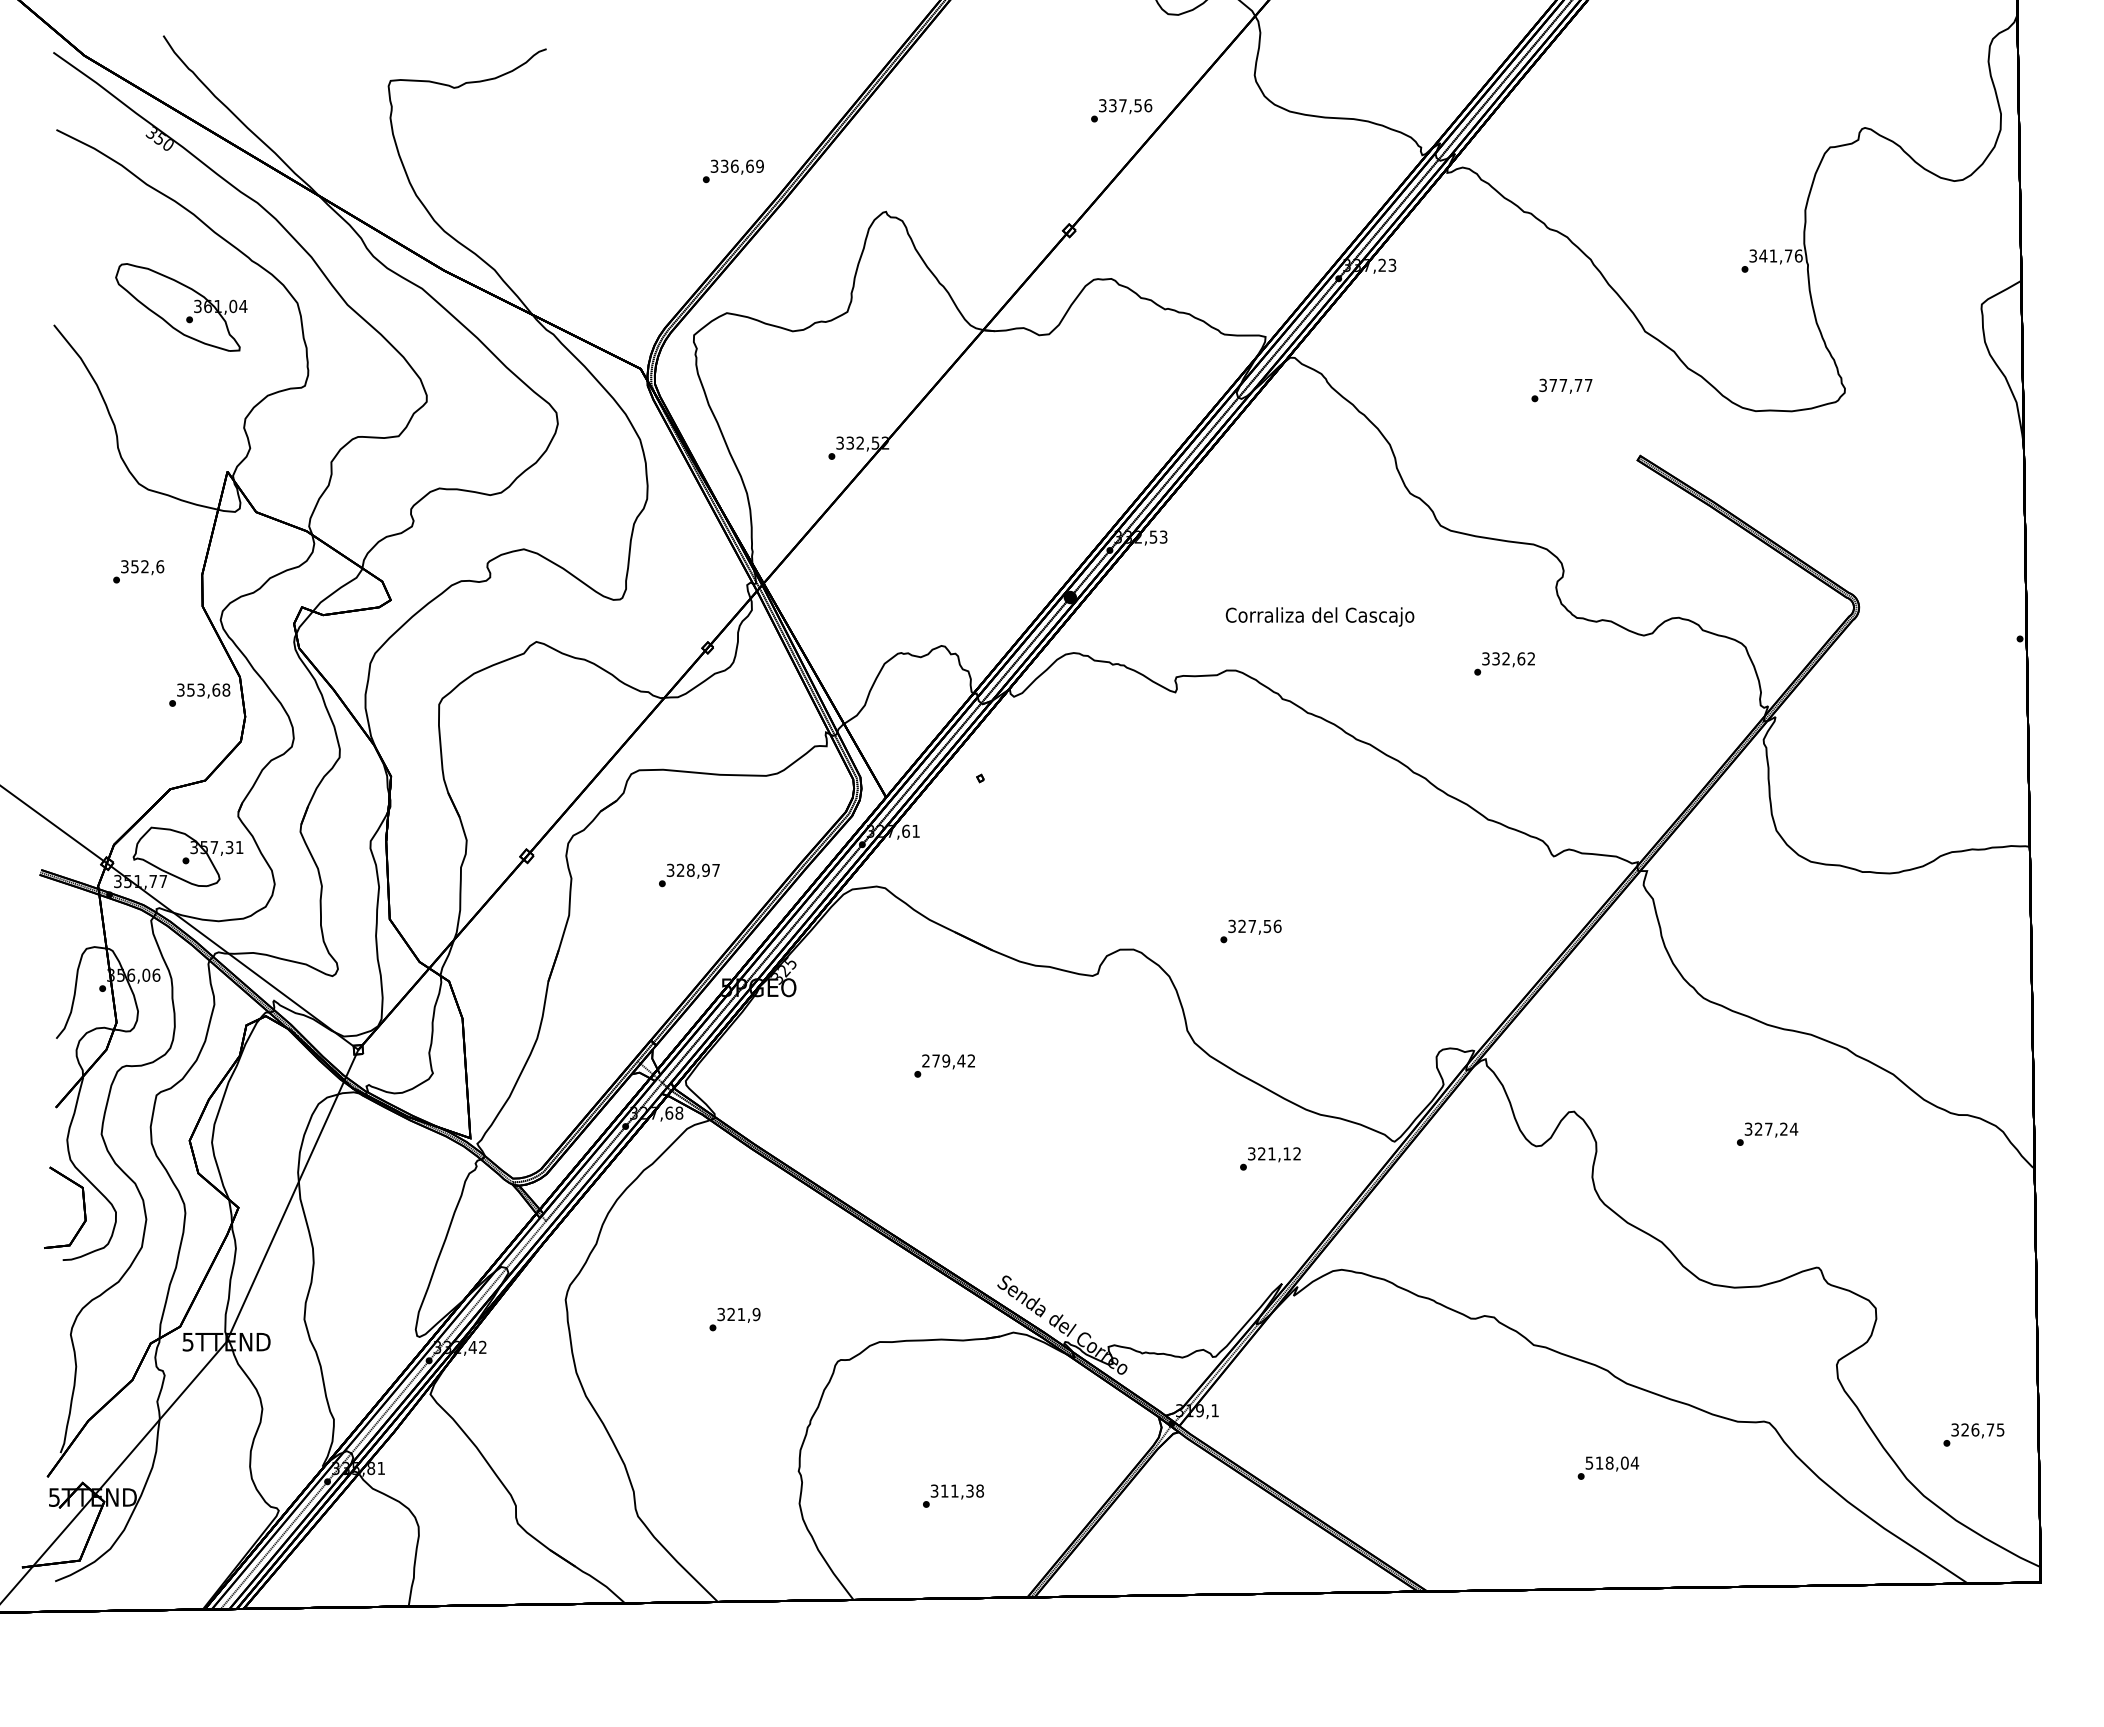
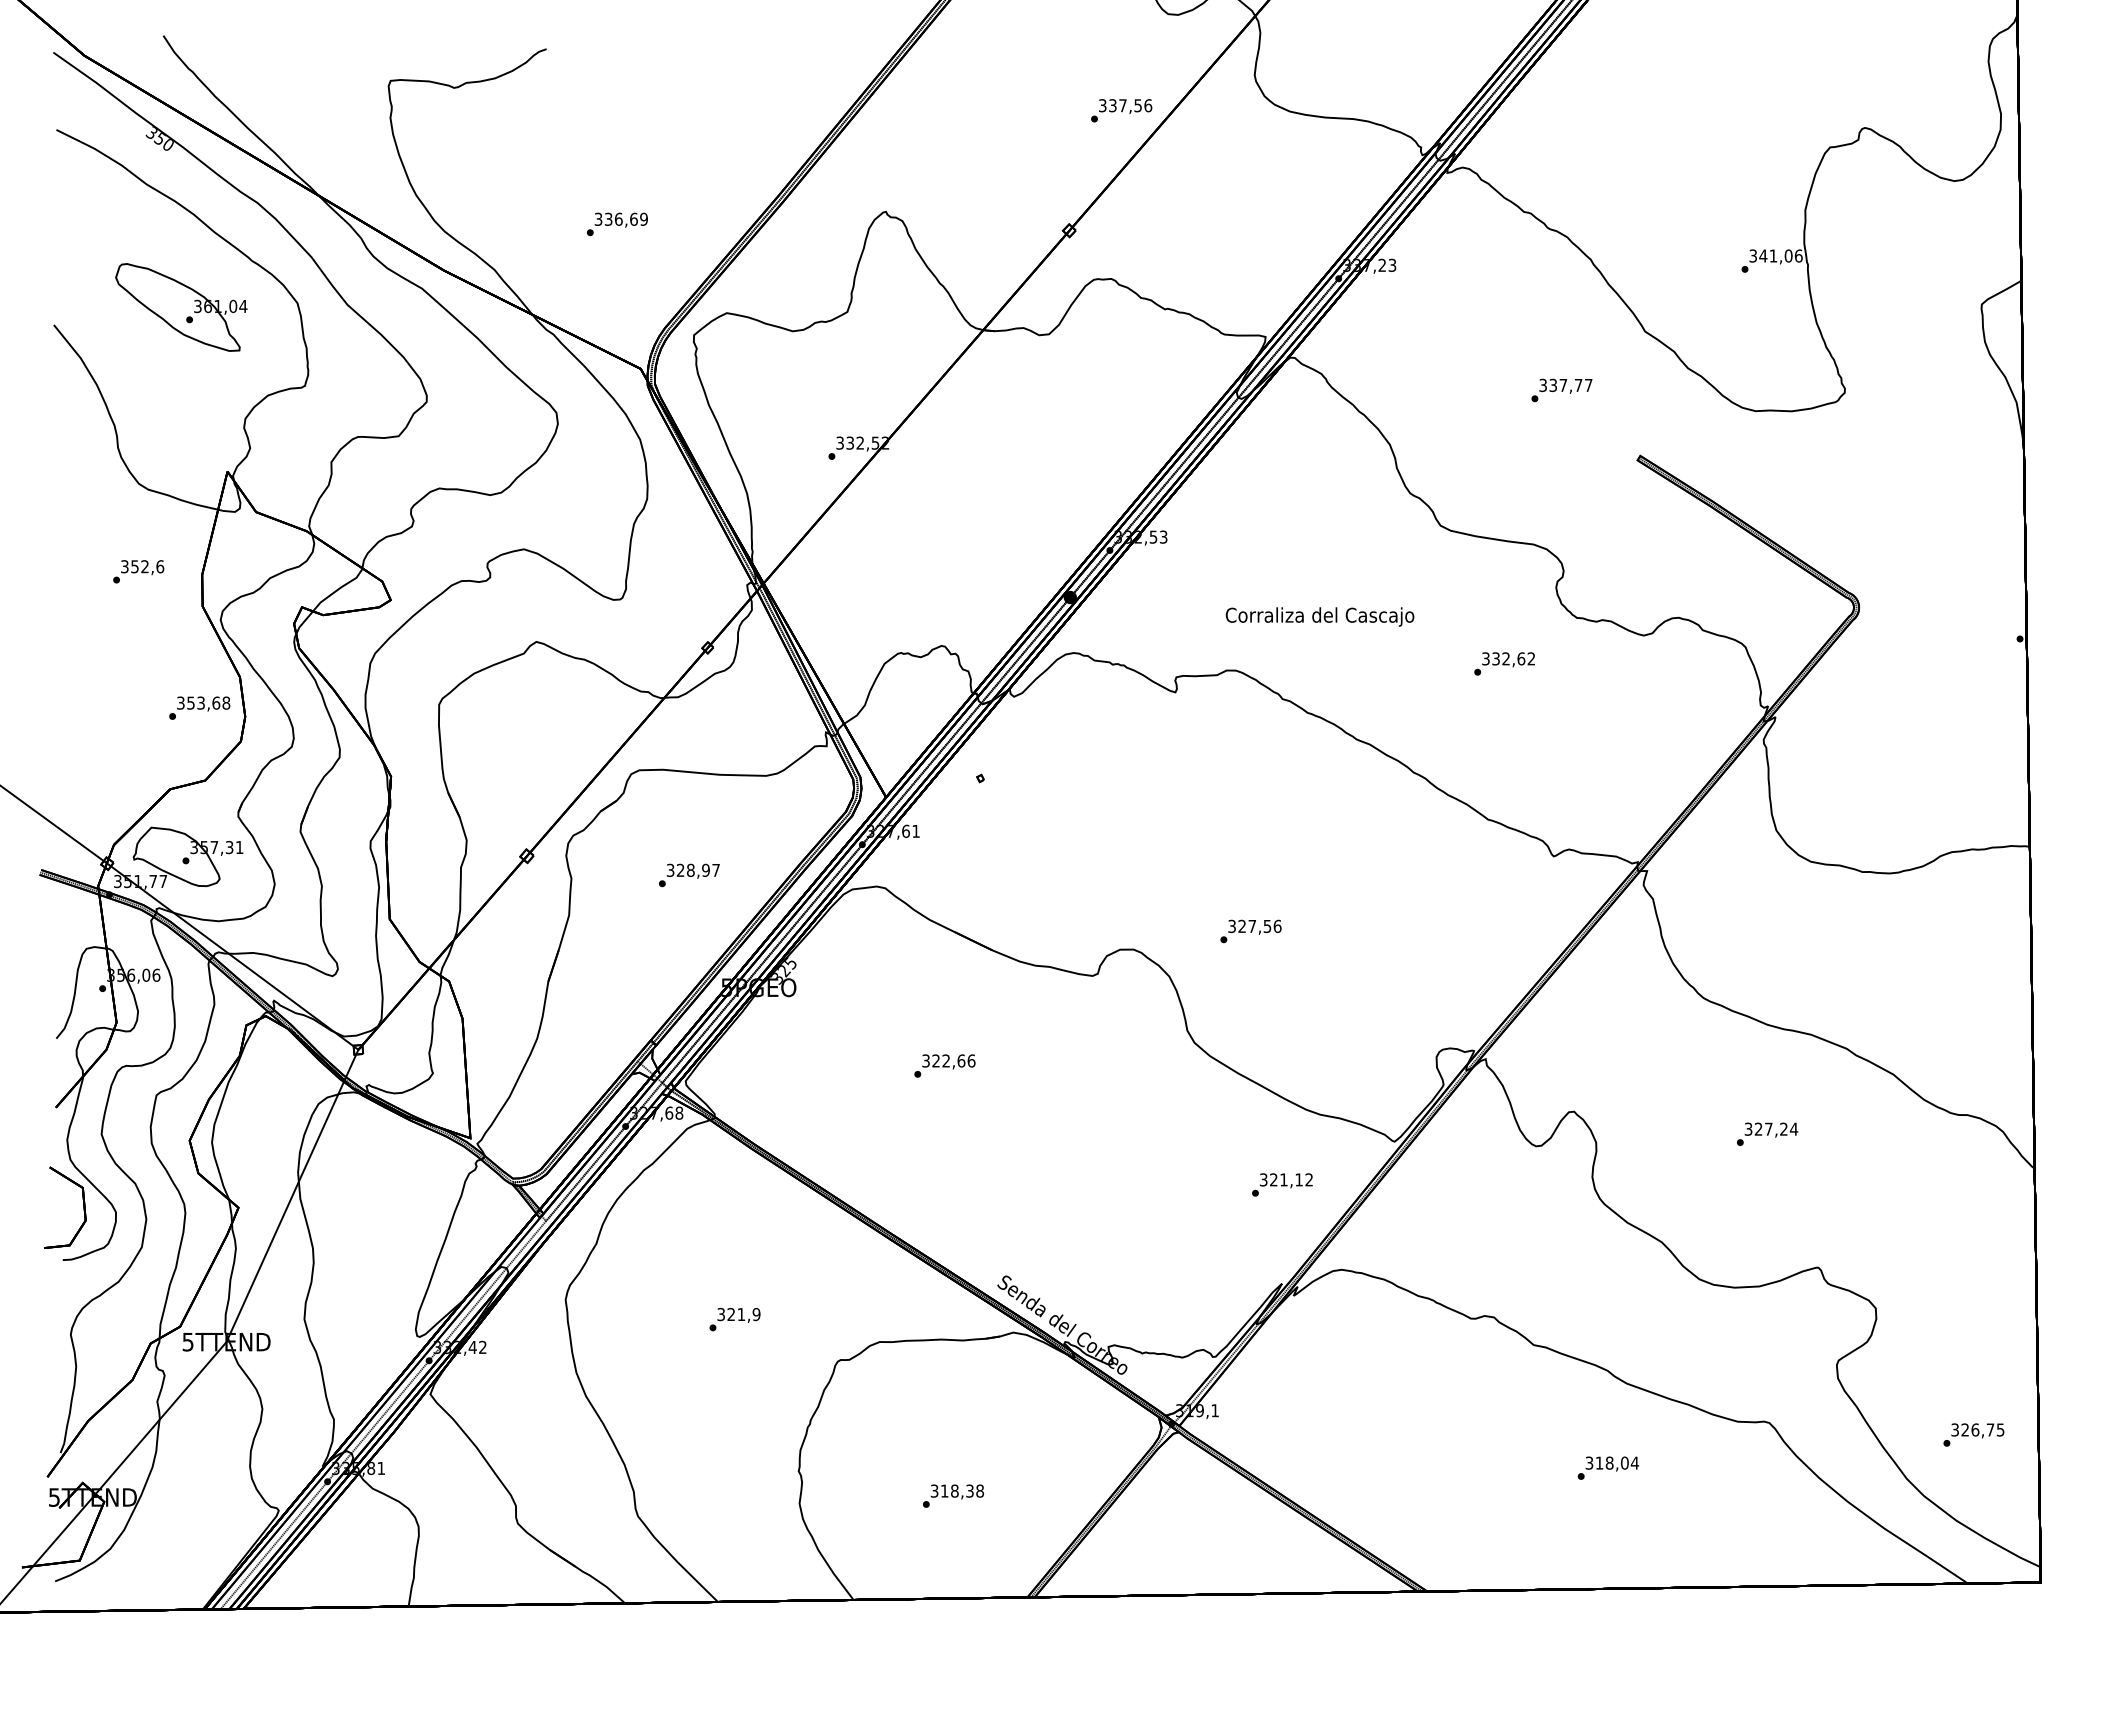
text at (732, 171) position: (732, 171) -> (616, 224)
text at (1788, 255): 341,76 -> 341,06
text at (1552, 385): 377,77 -> 337,77
text at (199, 694) position: (199, 694) -> (199, 707)
text at (948, 1060): 279,42 -> 322,66
text at (1270, 1158) position: (1270, 1158) -> (1282, 1184)
text at (1589, 1462): 518,04 -> 318,04
text at (954, 1490): 311,38 -> 318,38
